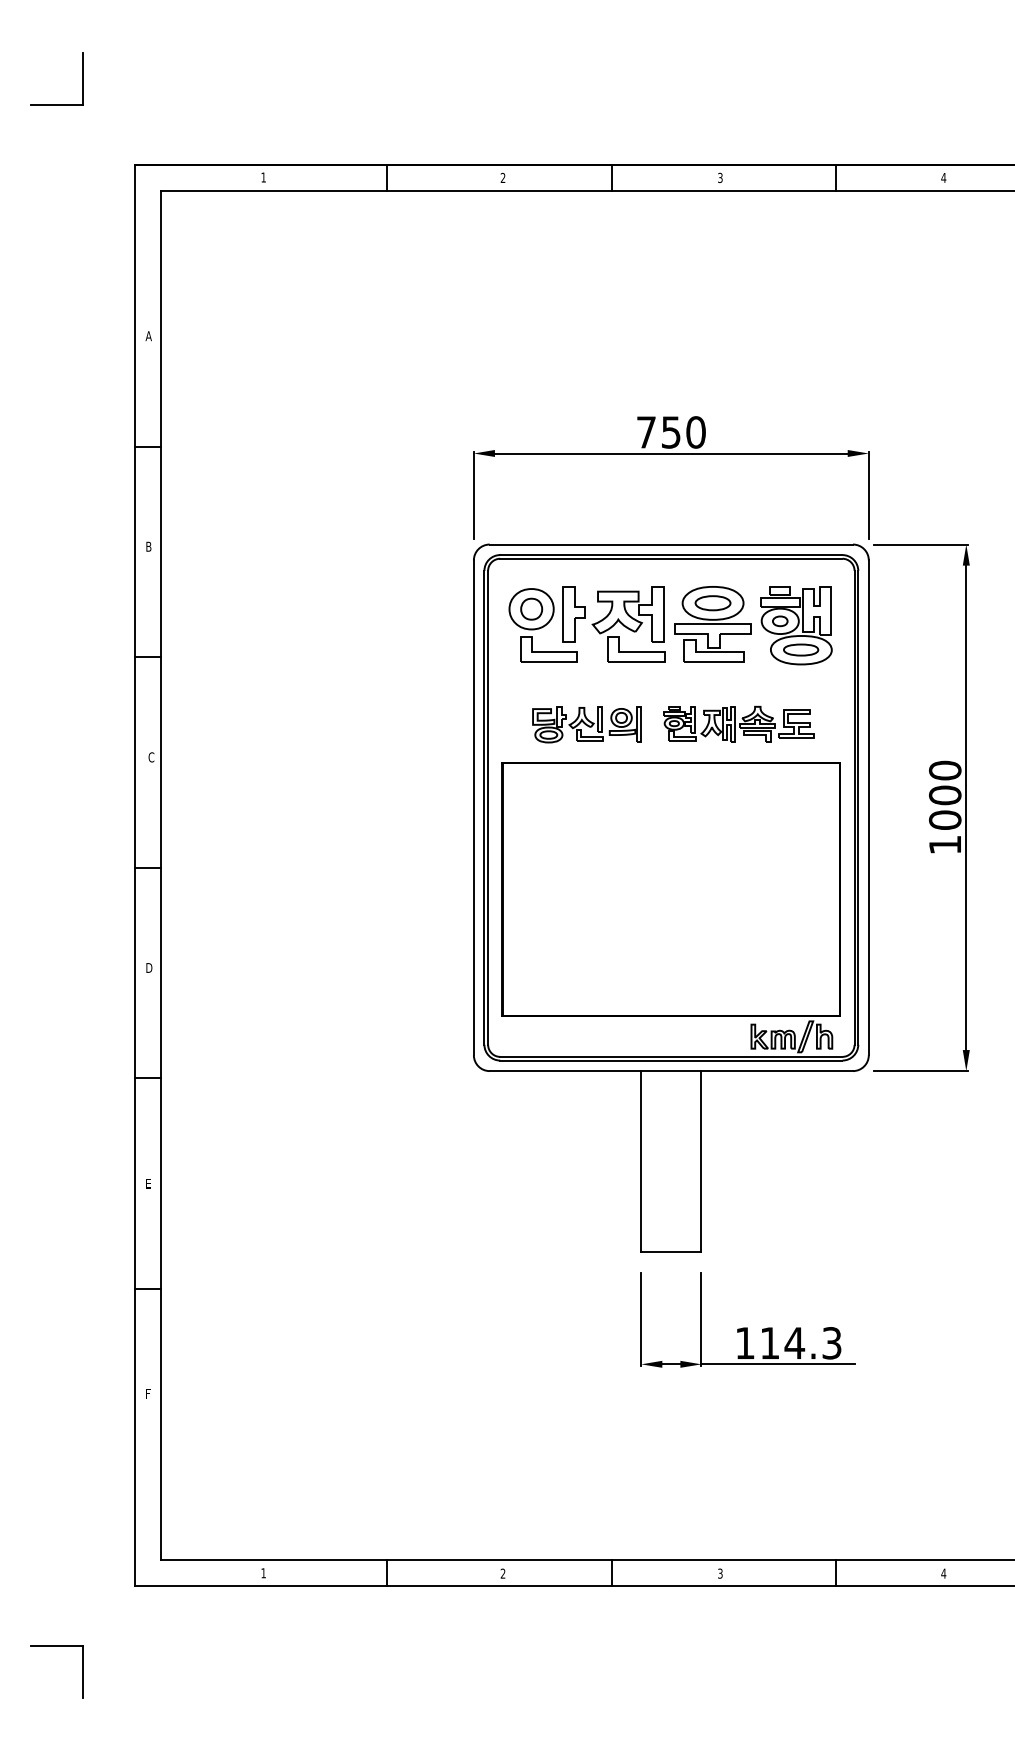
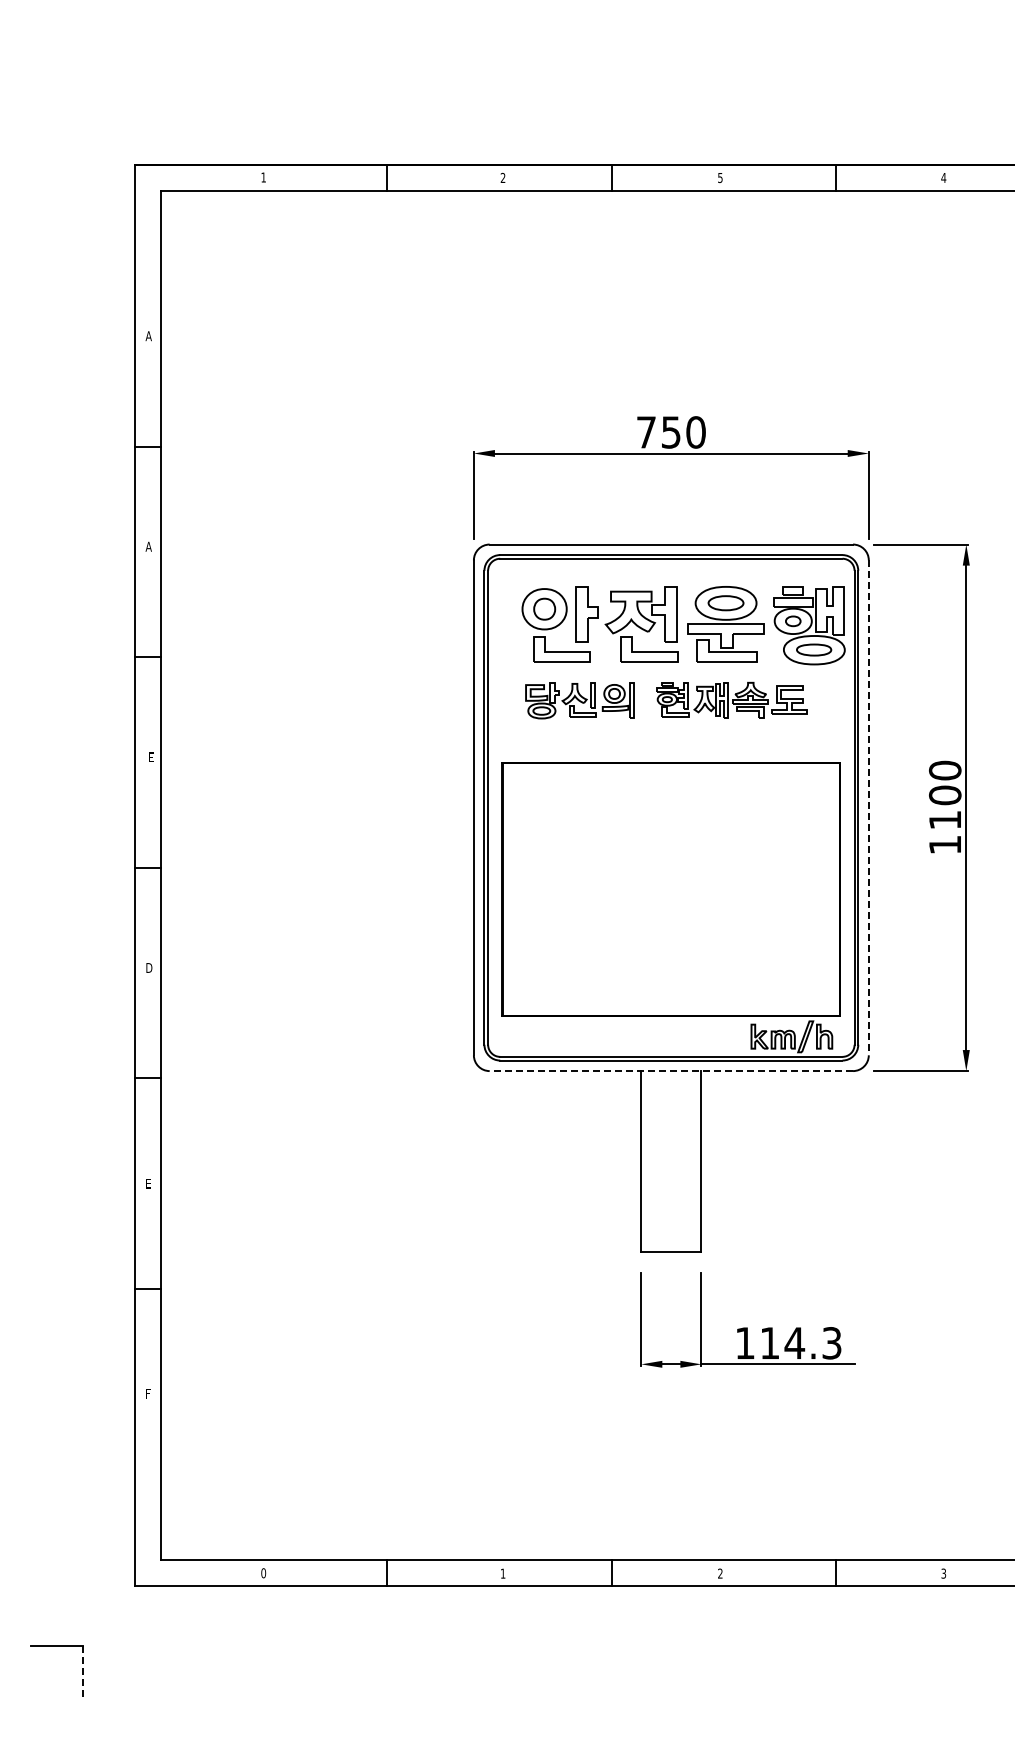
part at (82, 78): present -> none
text at (720, 176): 3 -> 5
text at (148, 546): B -> A
part at (670, 625) position: (670, 625) -> (683, 625)
part at (673, 724) position: (673, 724) -> (666, 700)
text at (151, 757): C -> E
line at (868, 808): solid -> dashed
text at (945, 819): 1000 -> 1100
line at (671, 1071): solid -> dashed
text at (263, 1573): 1 -> 0
text at (502, 1573): 2 -> 1
text at (720, 1573): 3 -> 2
text at (943, 1573): 4 -> 3
line at (83, 1672): solid -> dashed
